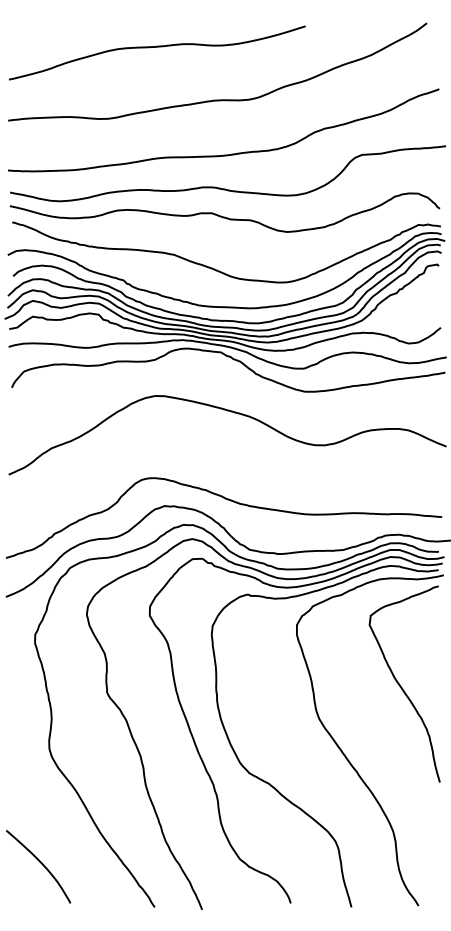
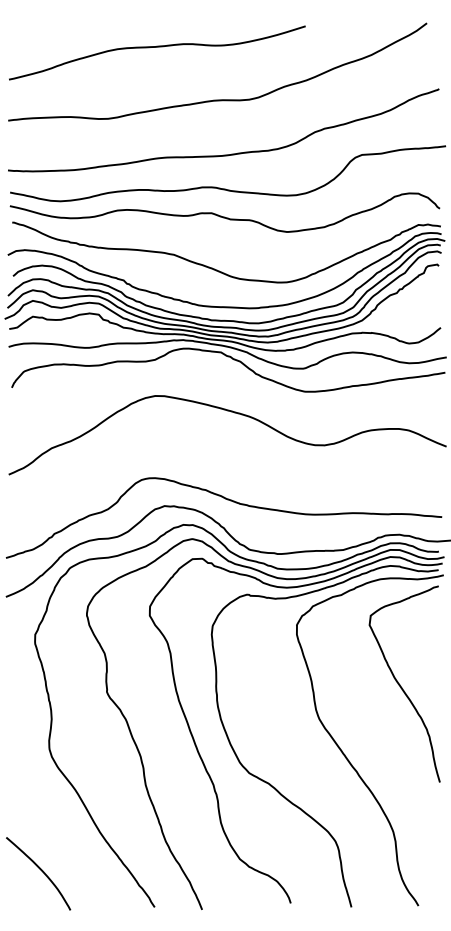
curve at (40, 863) position: (40, 863) -> (40, 870)
